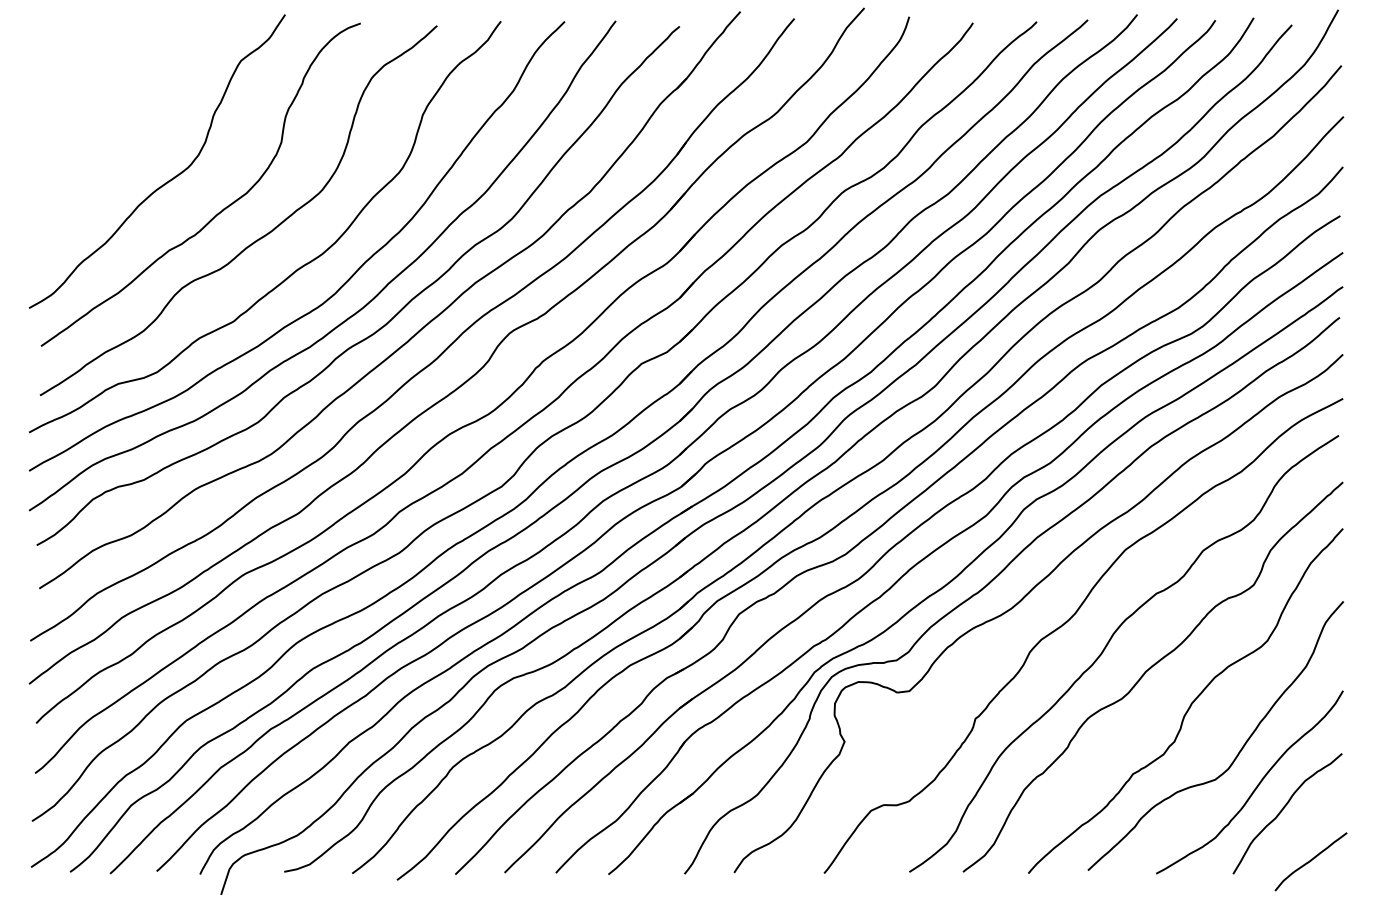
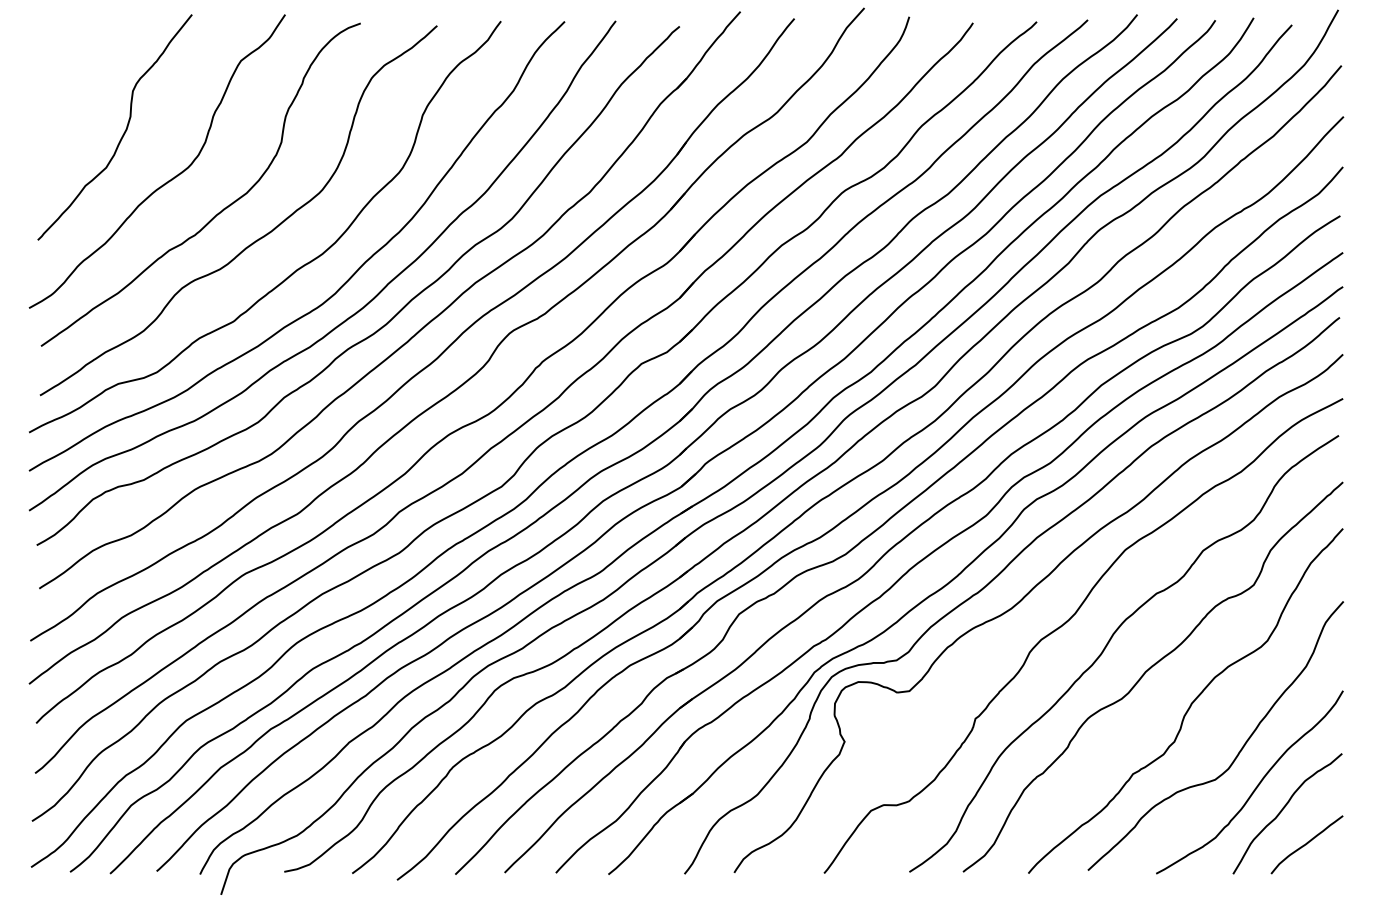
curve at (123, 132): none -> present
curve at (1310, 861) position: (1310, 861) -> (1306, 844)
